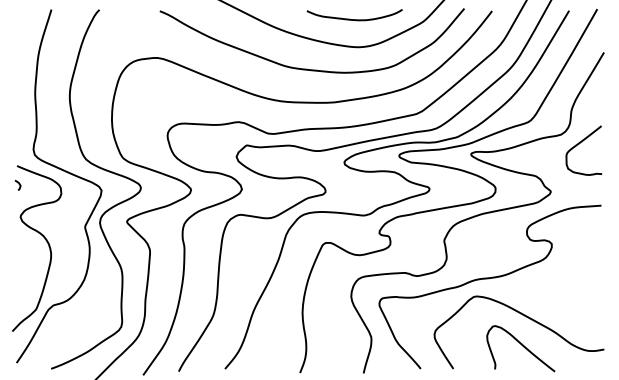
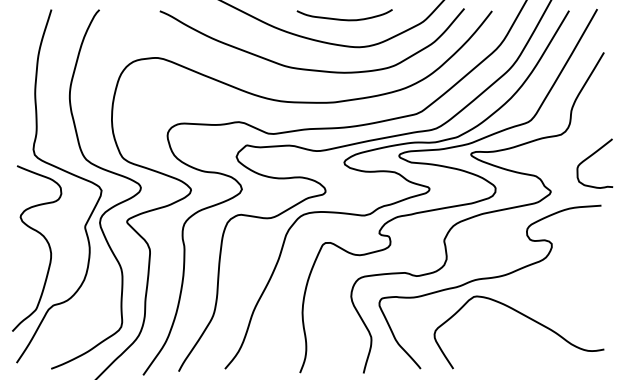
curve at (354, 19) position: (354, 19) -> (344, 19)
curve at (579, 144) position: (579, 144) -> (590, 157)
line at (17, 183): present -> none
curve at (522, 346): present -> none
